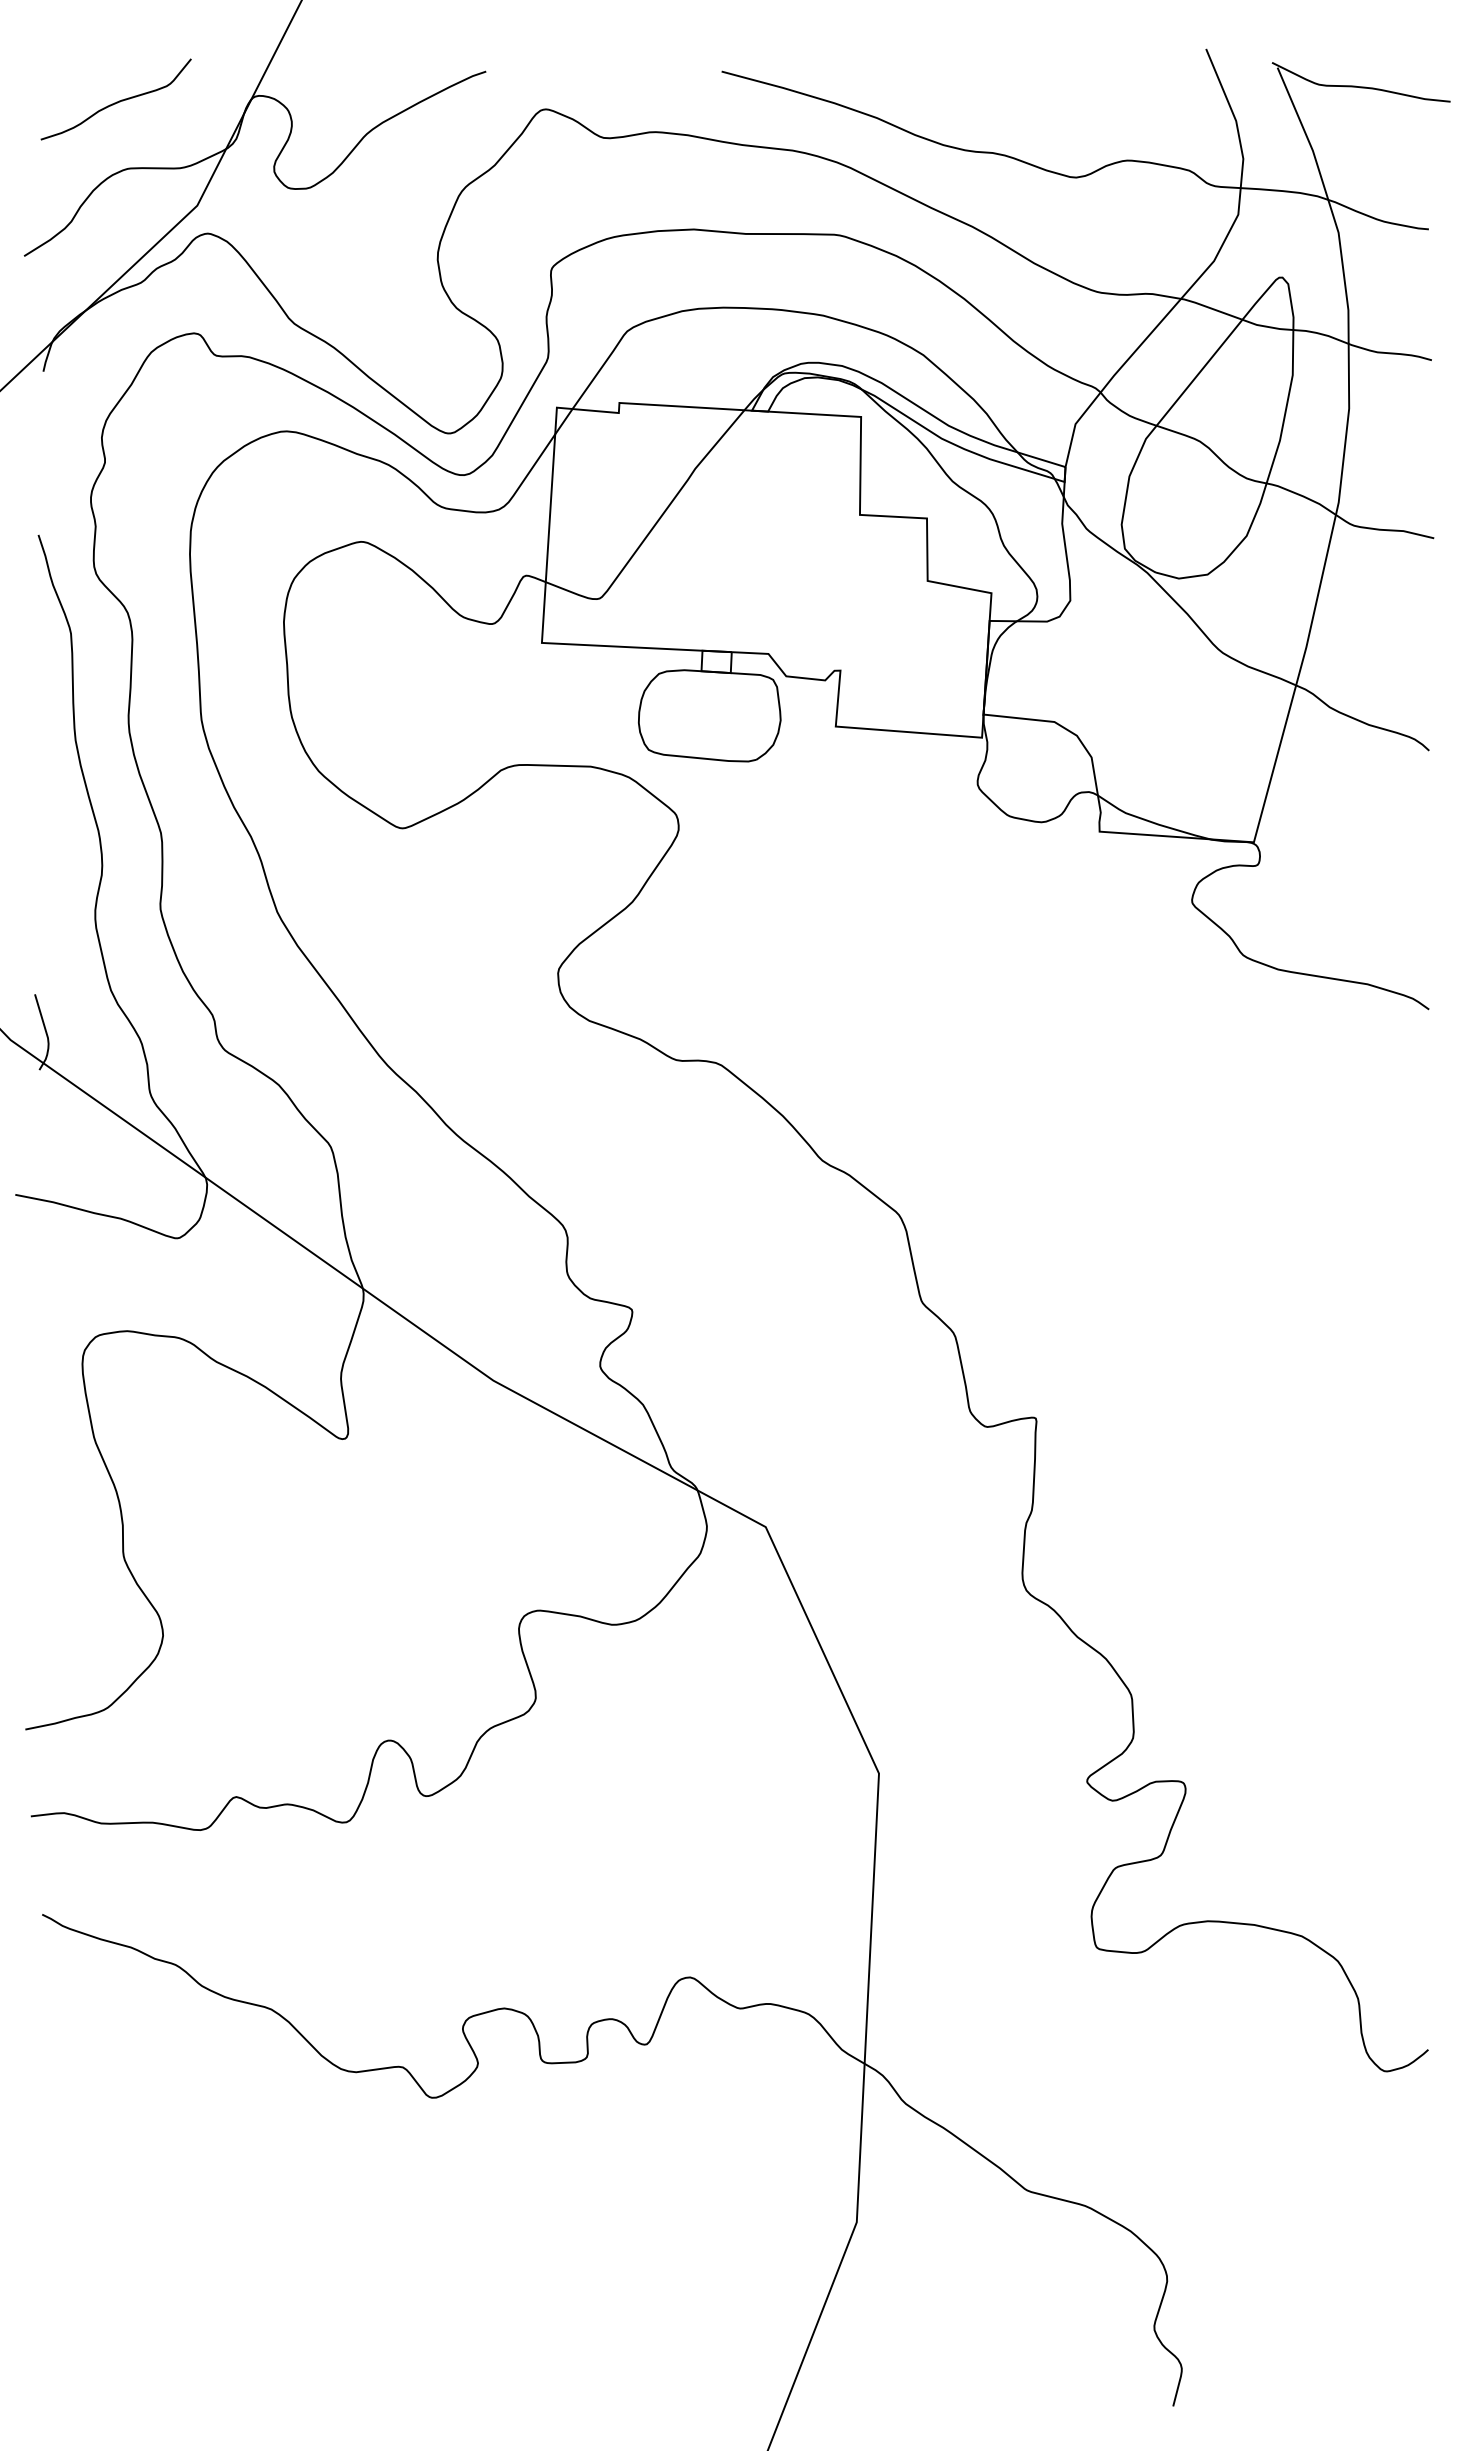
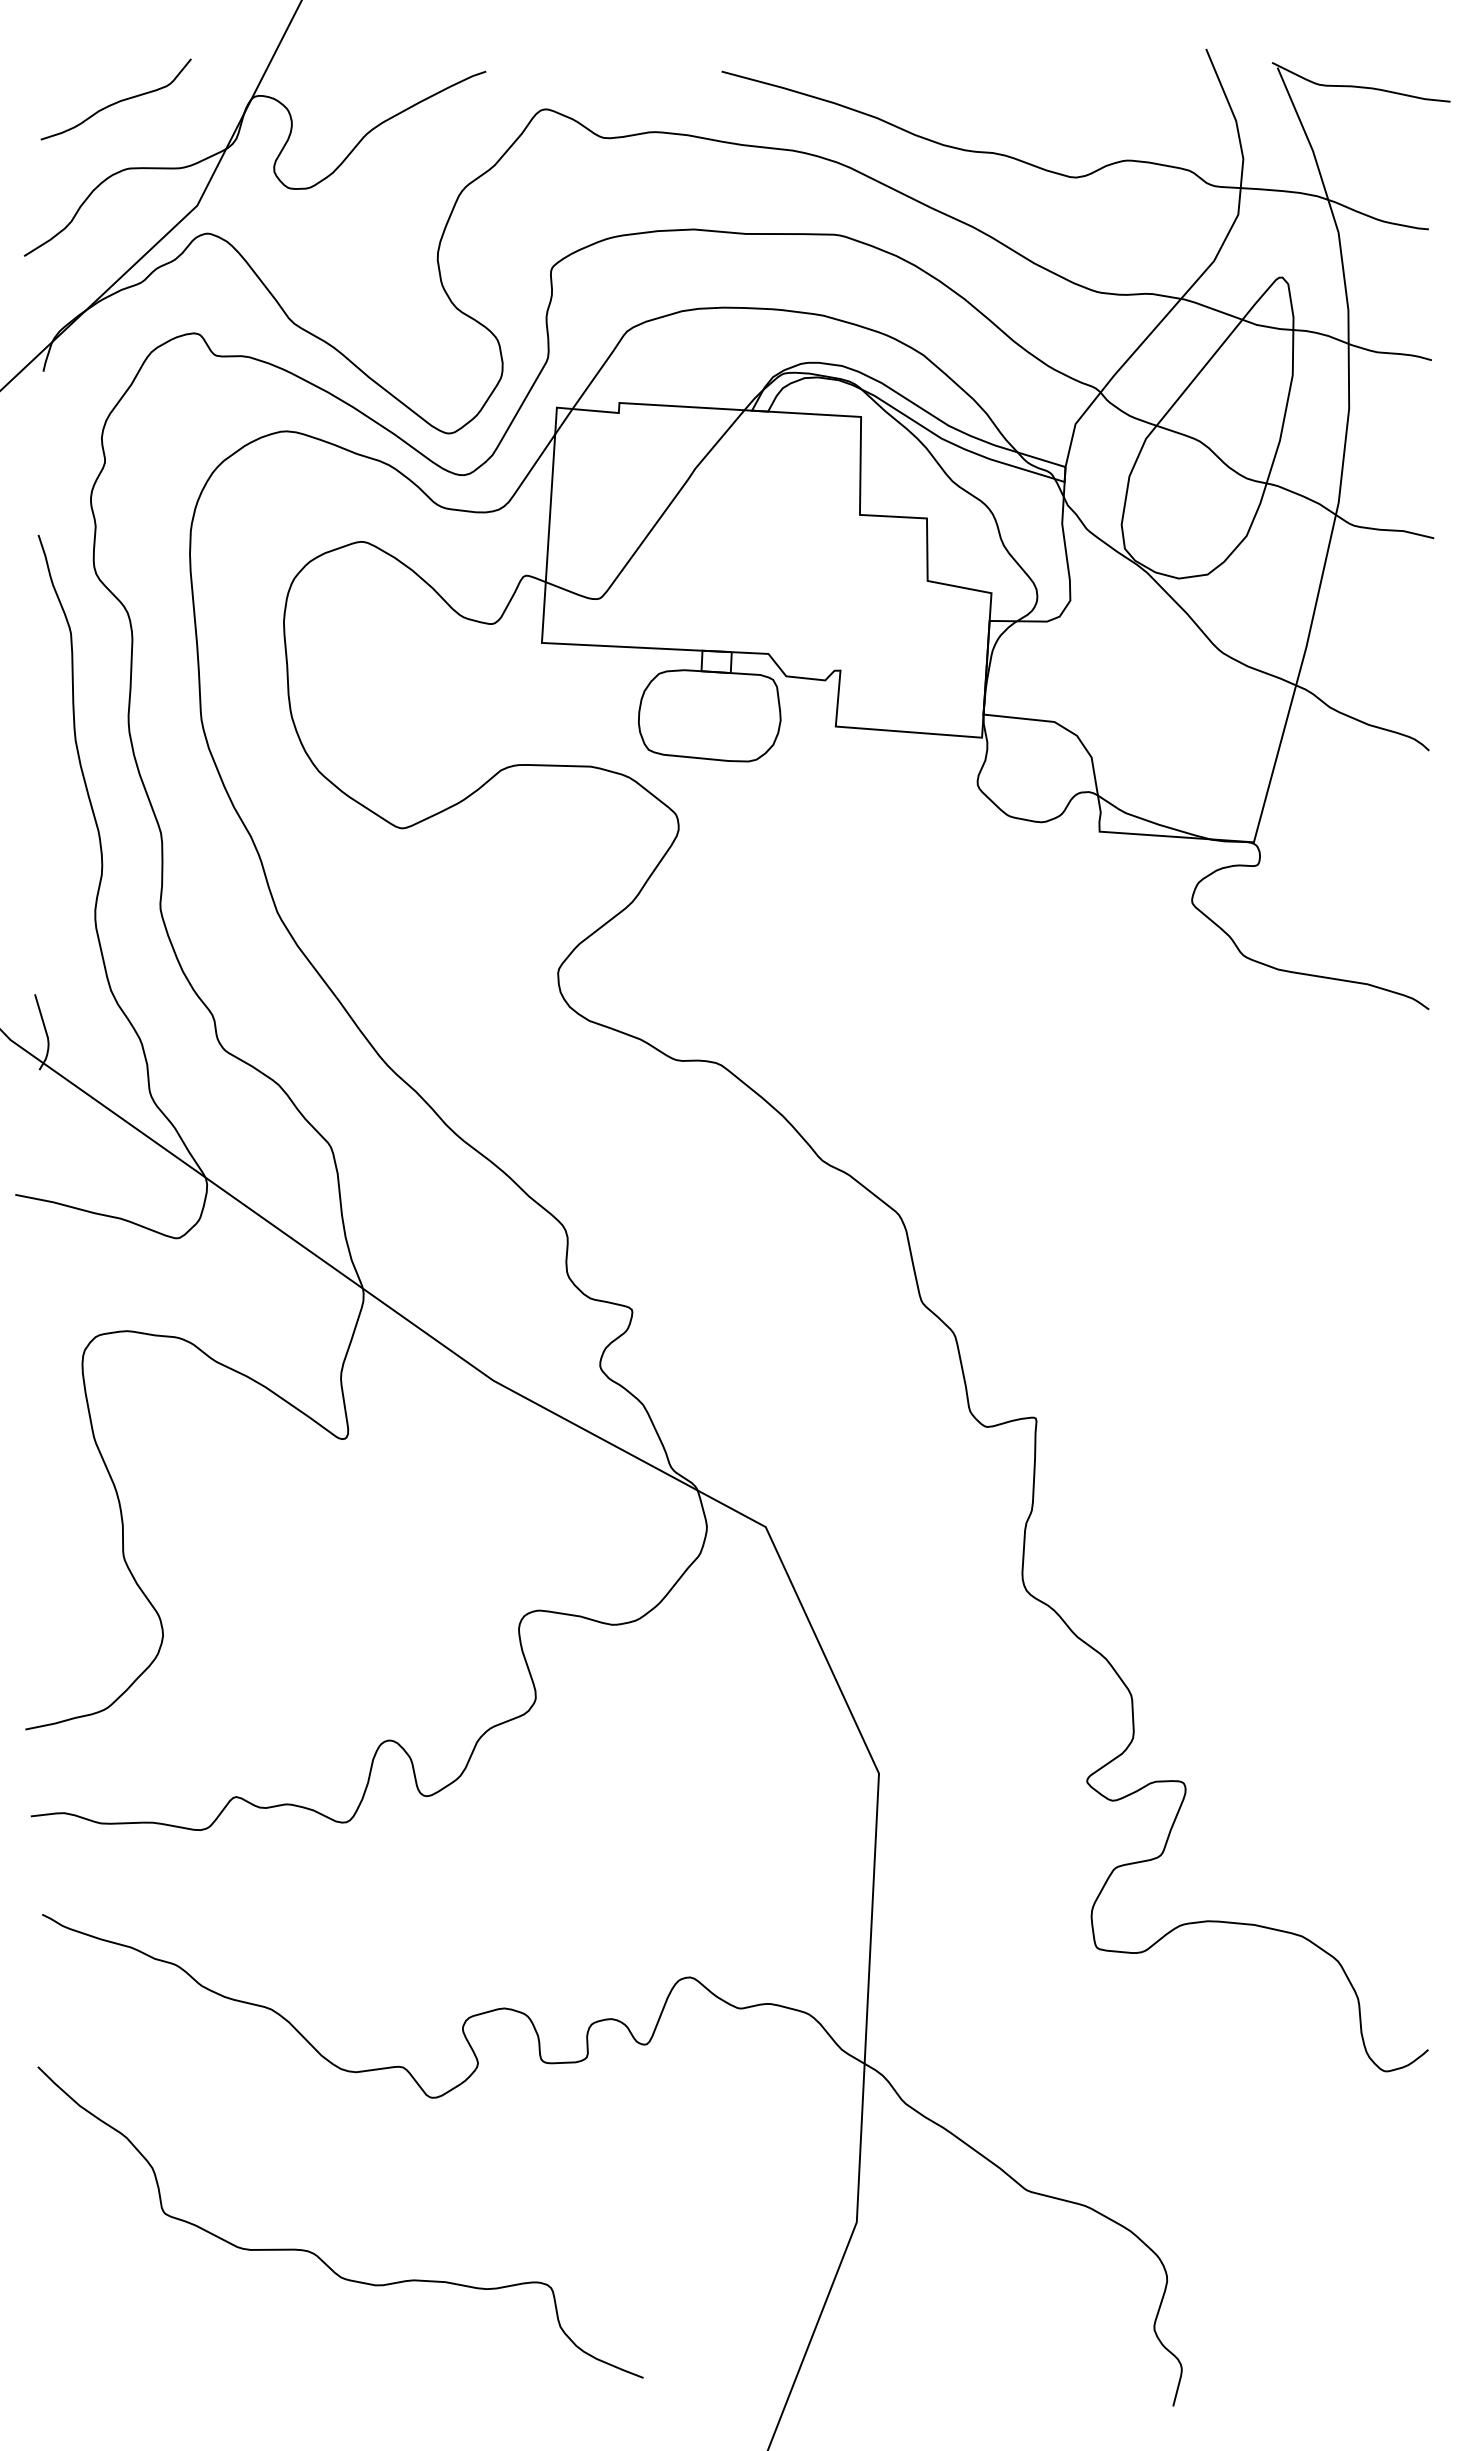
curve at (318, 2255): none -> present
